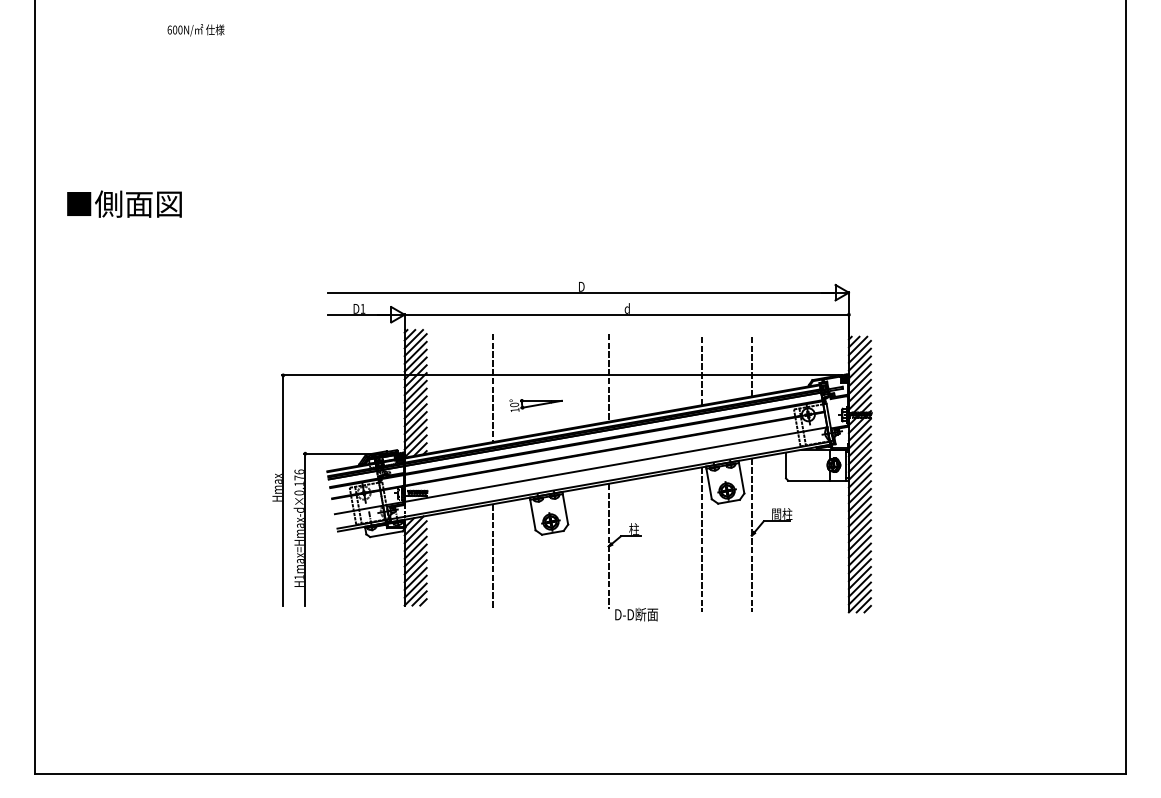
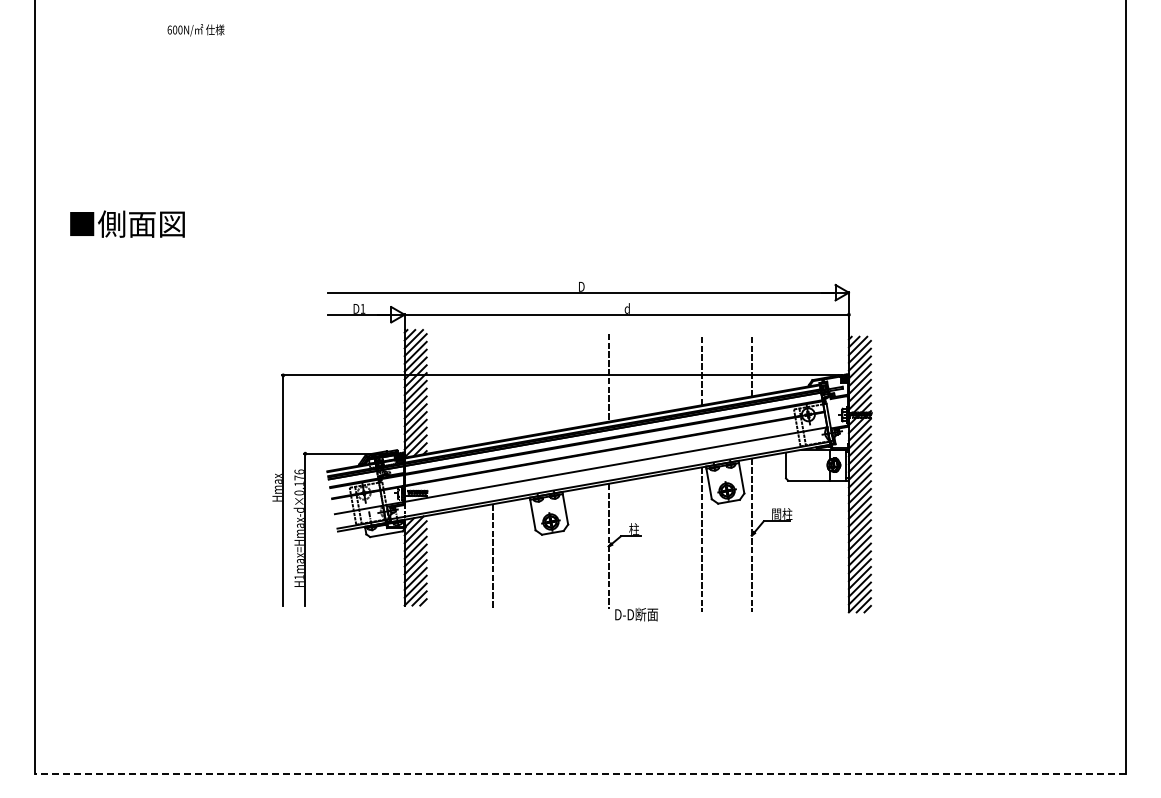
text at (124, 203) position: (124, 203) -> (127, 223)
line at (493, 387): present -> none
part at (535, 405): present -> none
line at (580, 774): solid -> dashed
